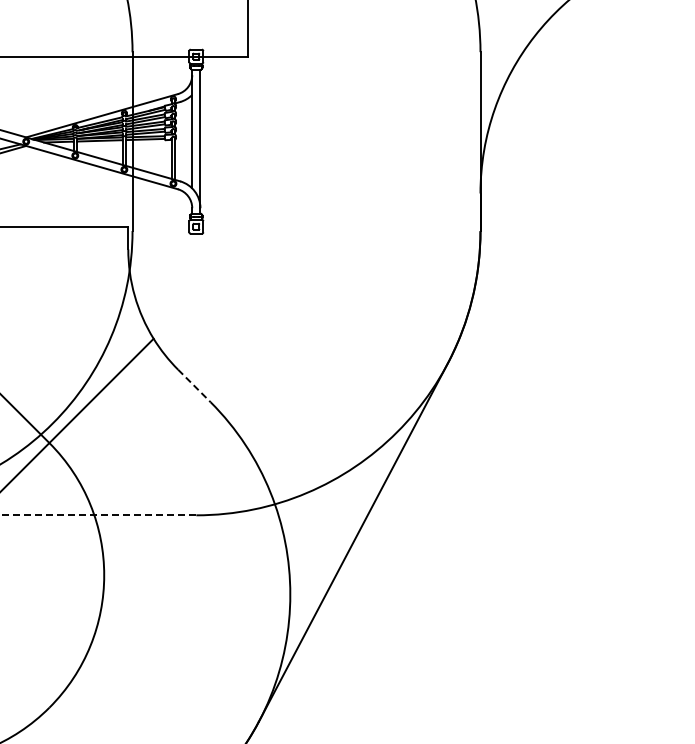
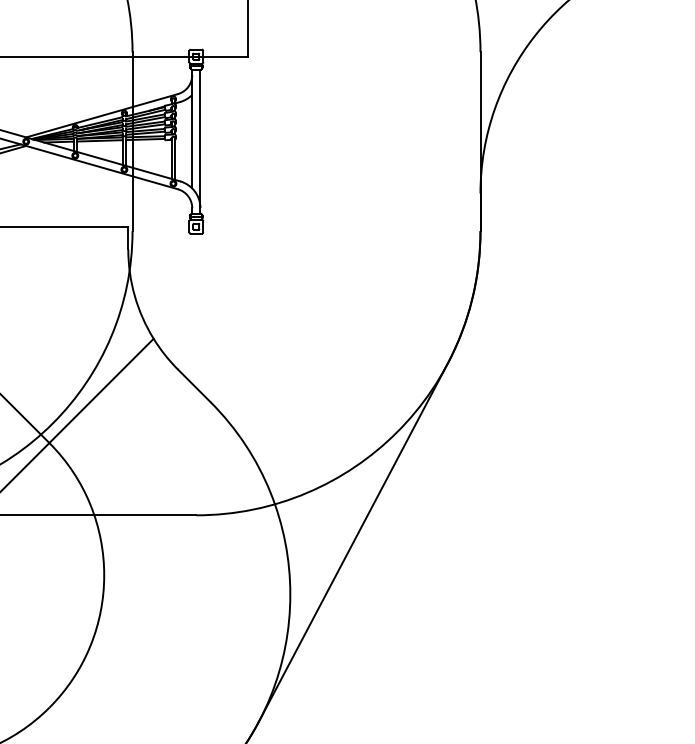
line at (194, 385): dashed -> solid
line at (98, 515): dashed -> solid
